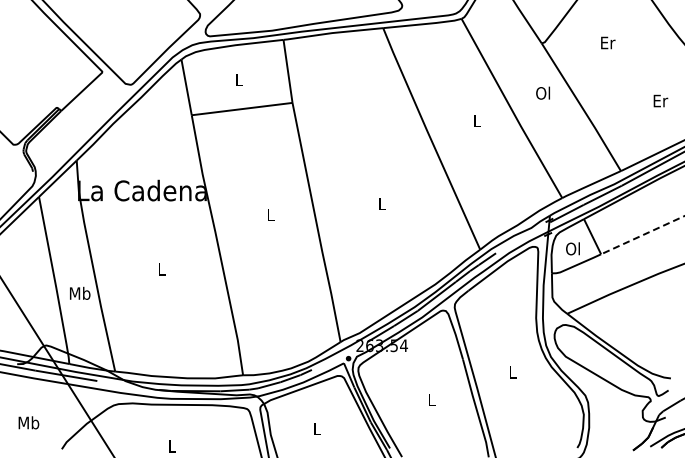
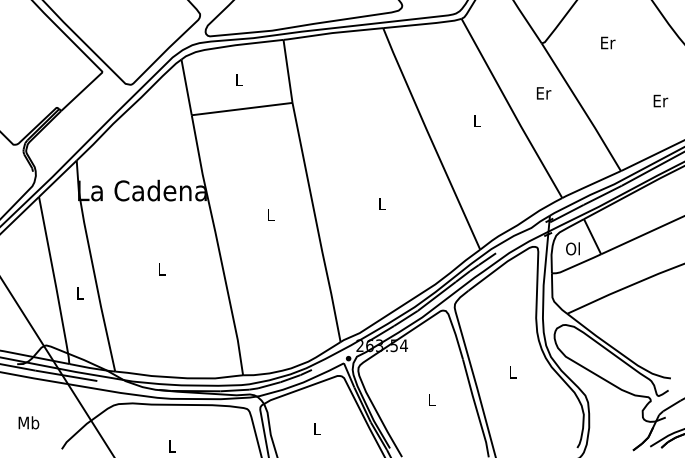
text at (543, 92): Ol -> Er
line at (642, 235): dashed -> solid
text at (80, 292): Mb -> L
